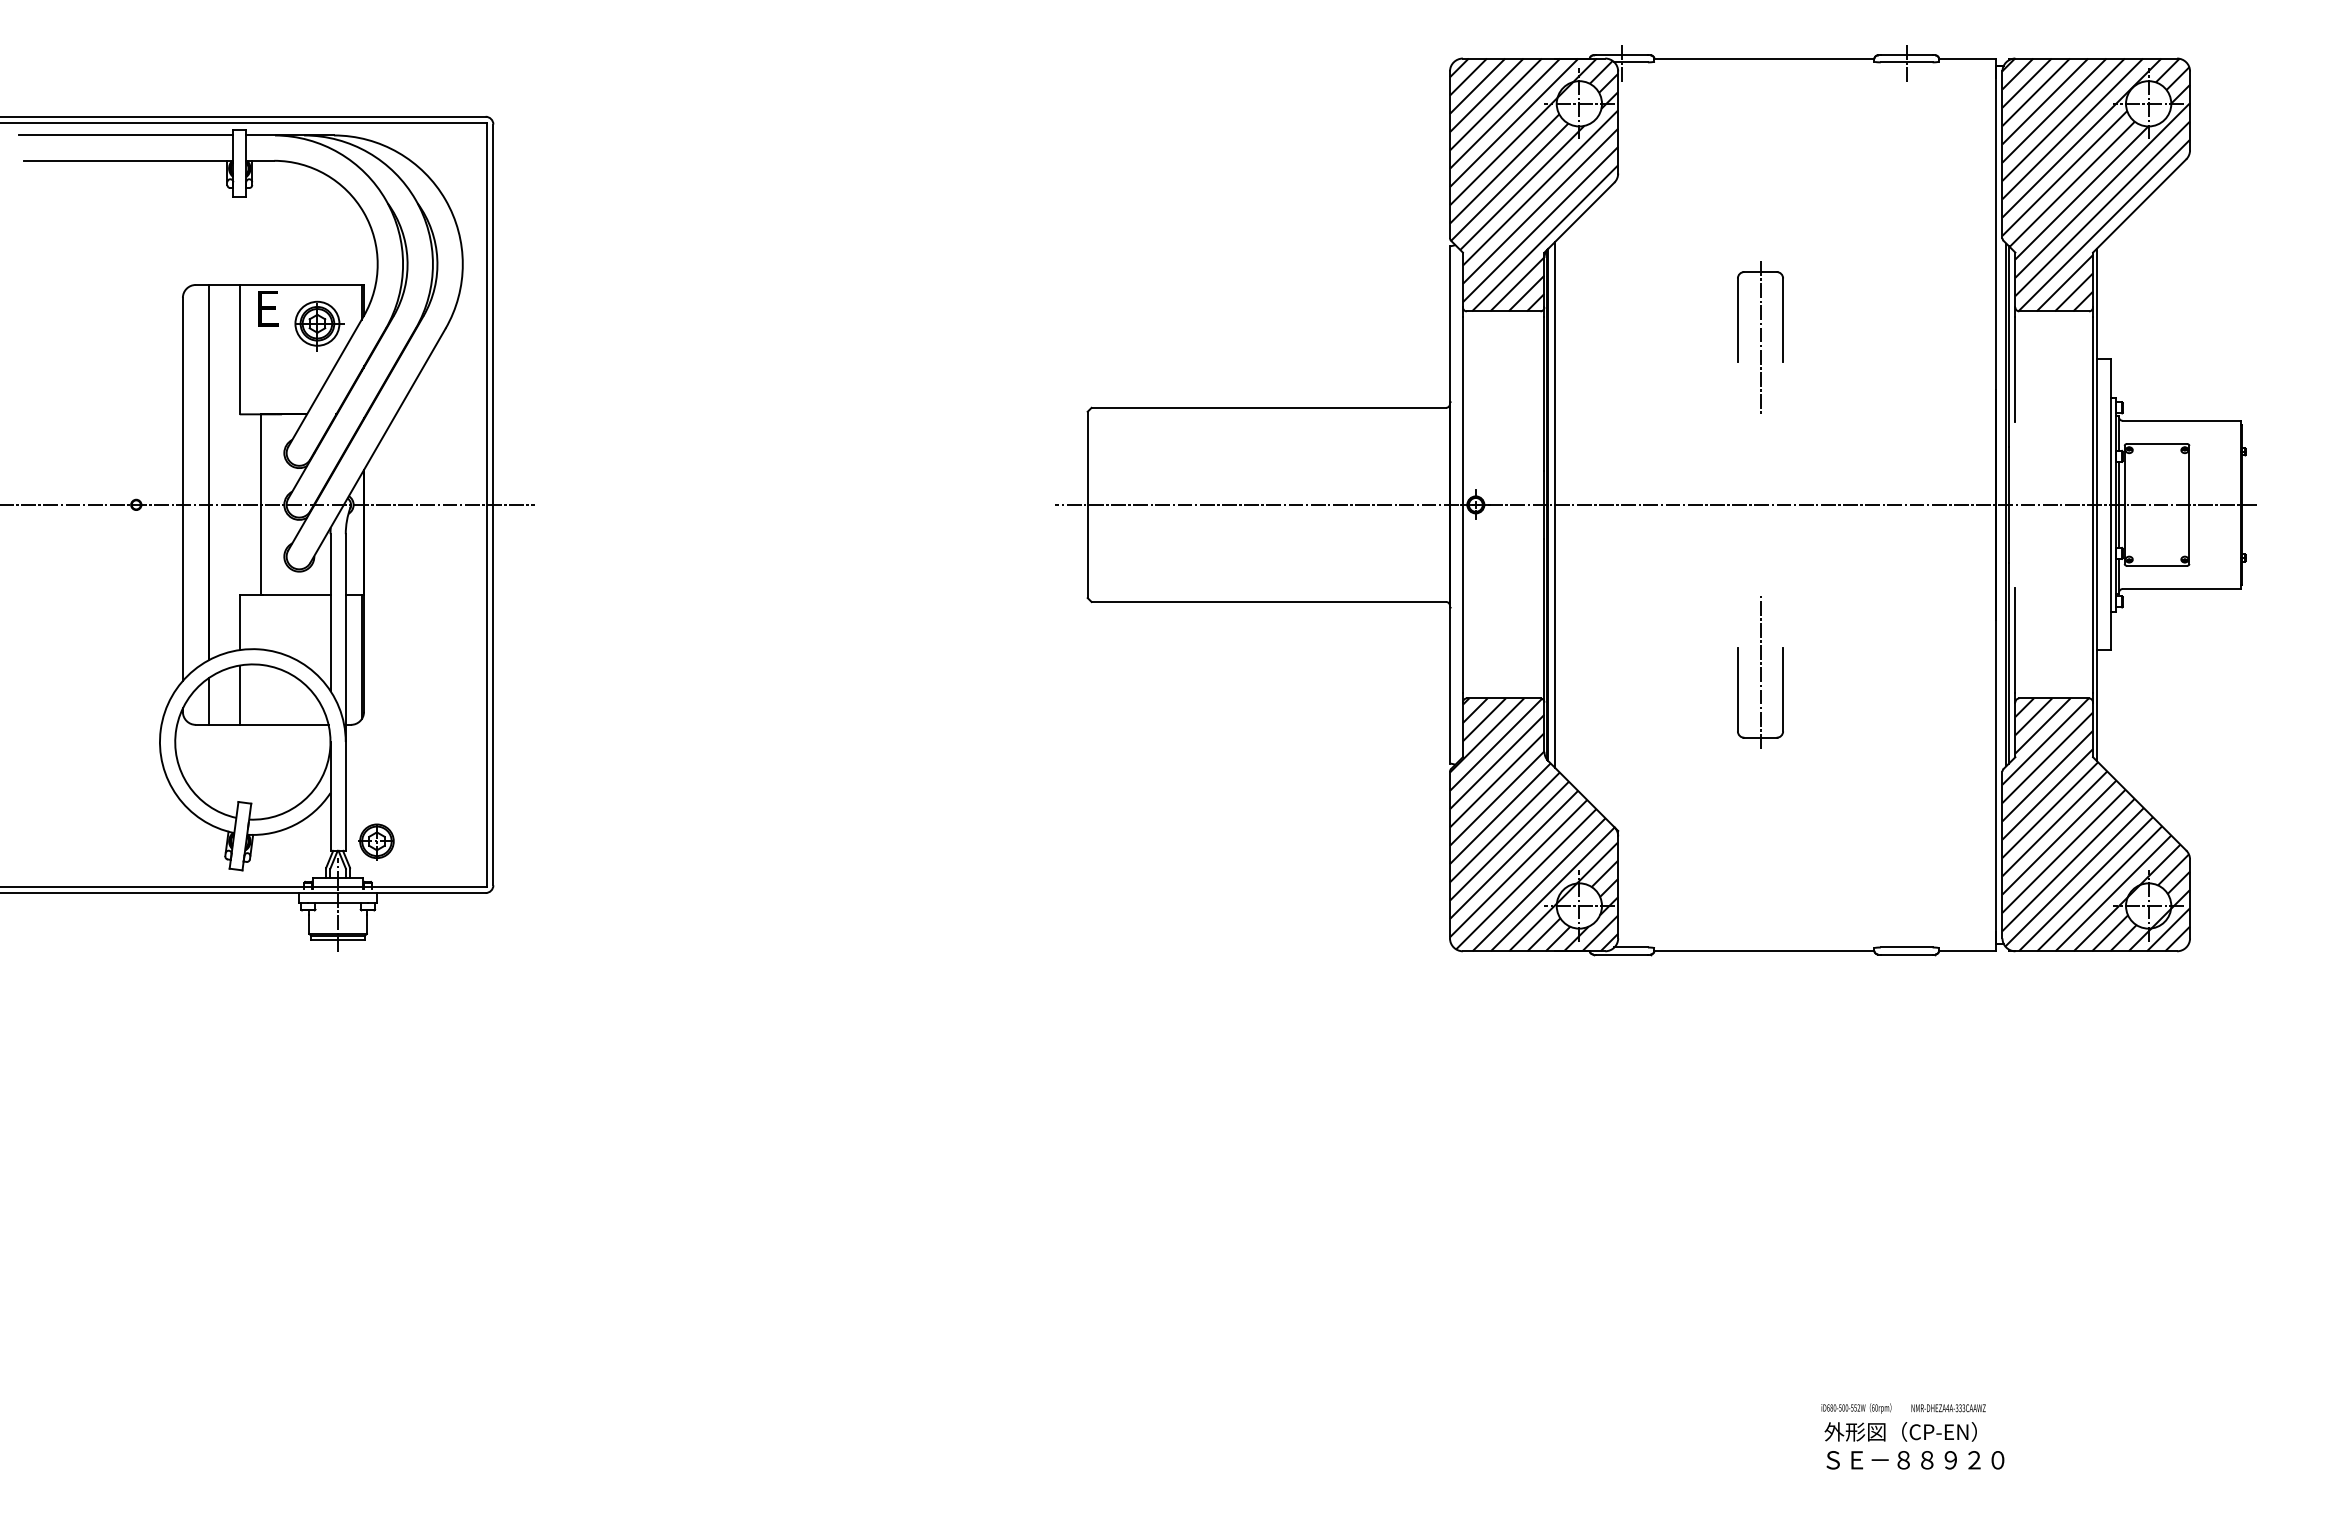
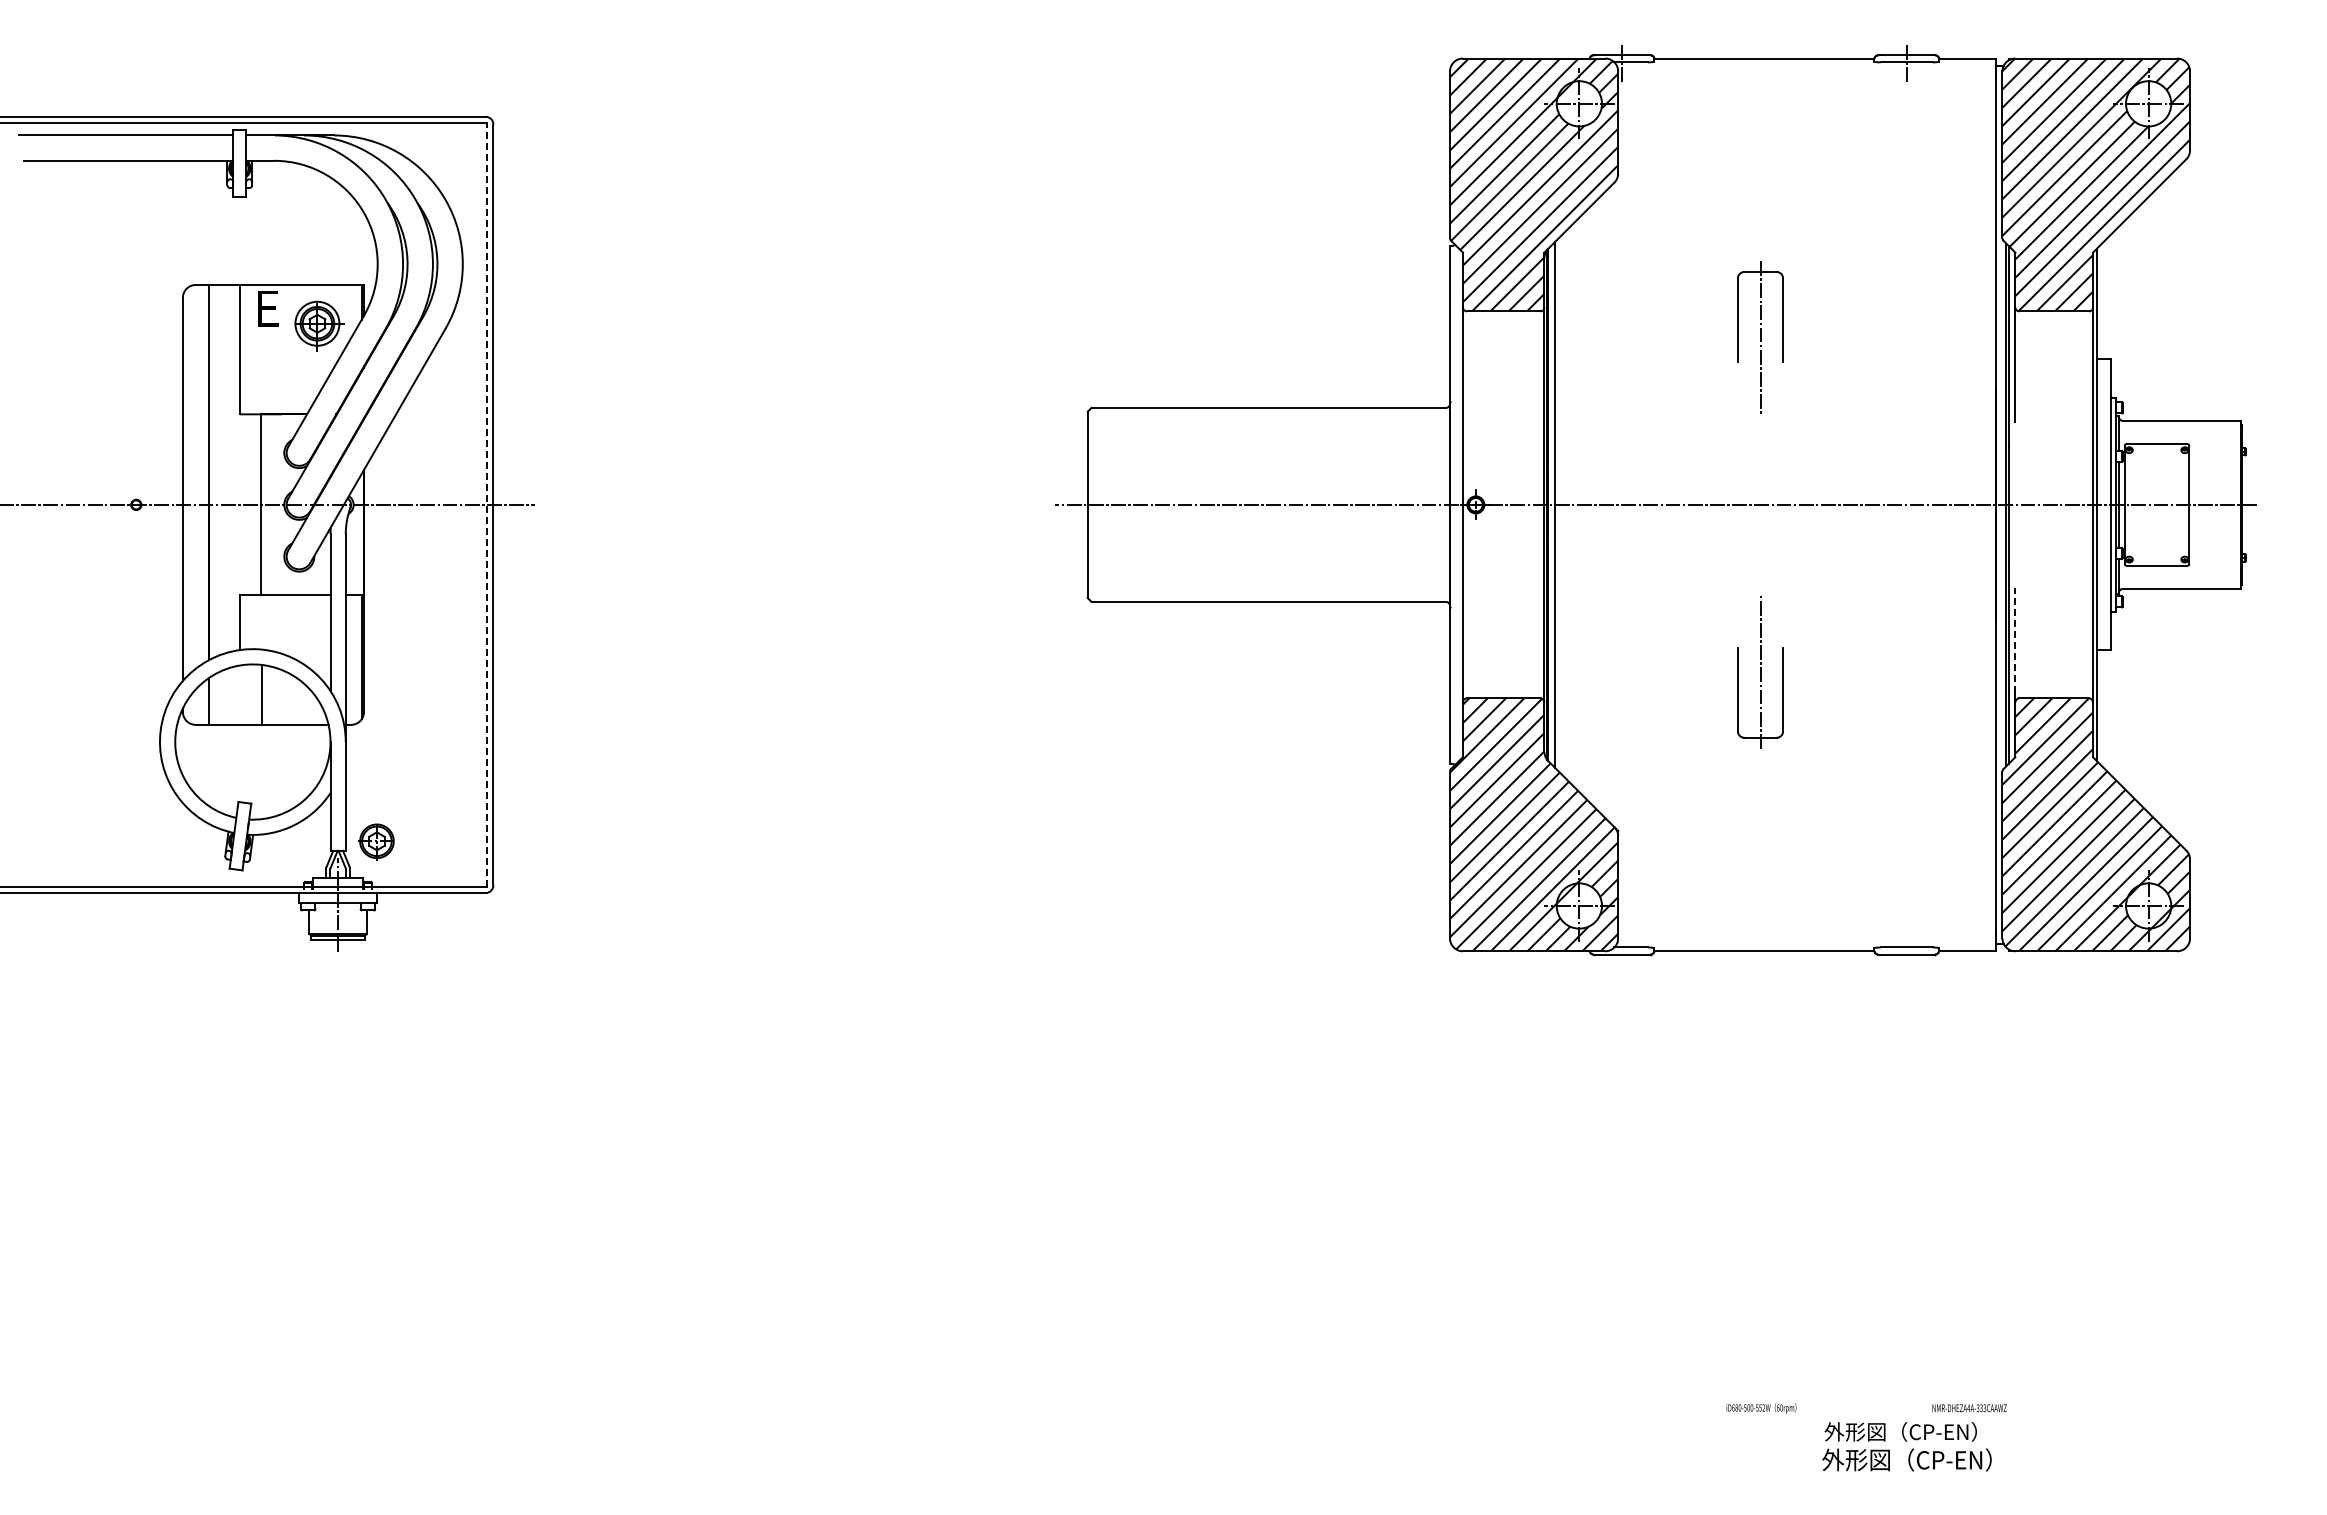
line at (487, 504): solid -> dashed
line at (2015, 639): solid -> dashed
line at (239, 694) position: (239, 694) -> (261, 694)
text at (1856, 1408) position: (1856, 1408) -> (1761, 1408)
text at (1948, 1408) position: (1948, 1408) -> (1969, 1408)
text at (1913, 1459): ＳＥ－８８９２０ -> 外形図（CP-EN）
